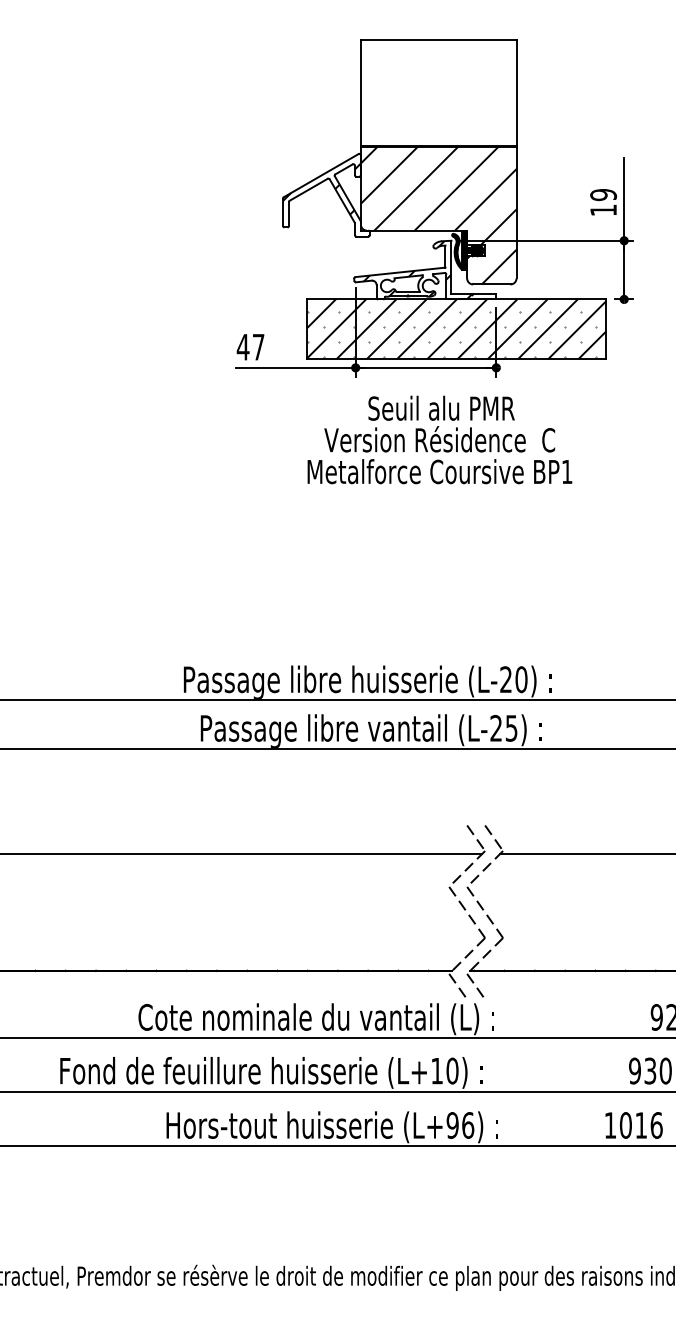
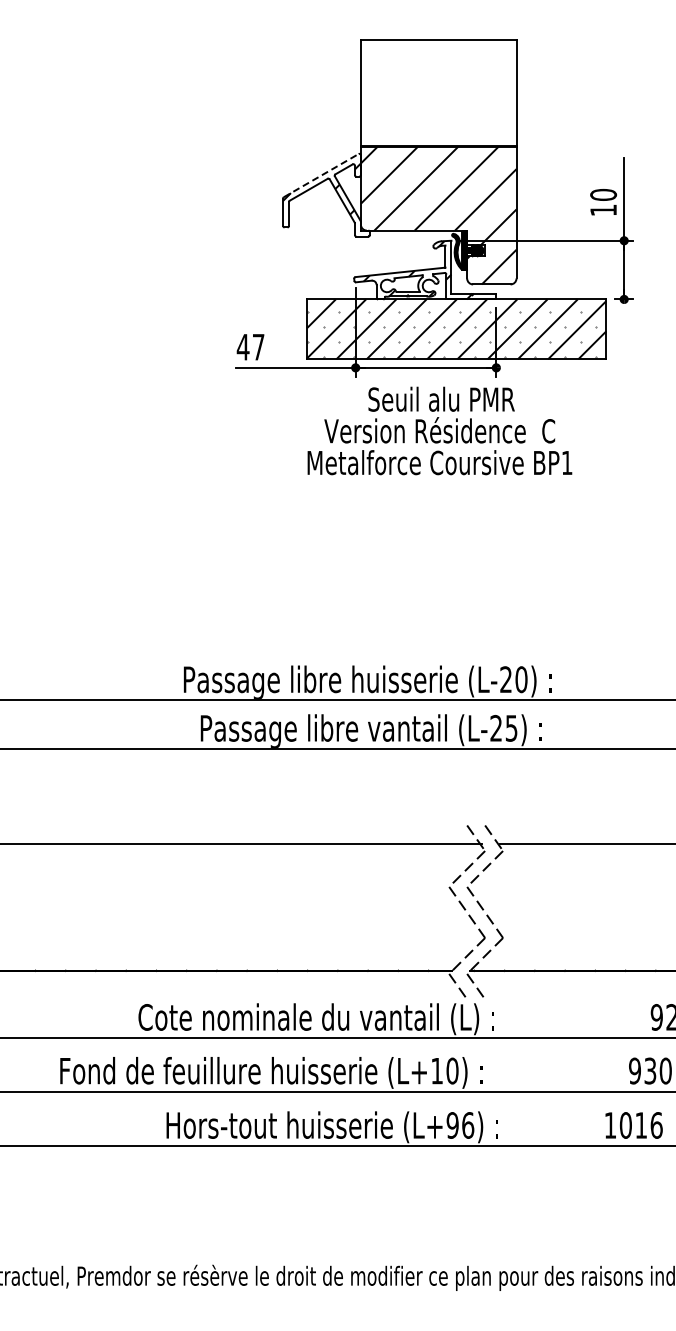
line at (321, 175): solid -> dashed
text at (603, 194): 19 -> 10
text at (439, 439) position: (439, 439) -> (439, 430)
line at (242, 854) position: (242, 854) -> (242, 844)
line at (586, 854) position: (586, 854) -> (586, 844)
